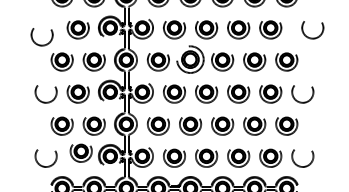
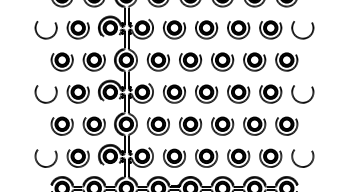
circle at (312, 30) position: (312, 30) -> (302, 30)
circle at (41, 37) position: (41, 37) -> (45, 30)
part at (190, 59) size: 29x28 px -> 24x20 px
part at (80, 152) position: (80, 152) -> (77, 157)
